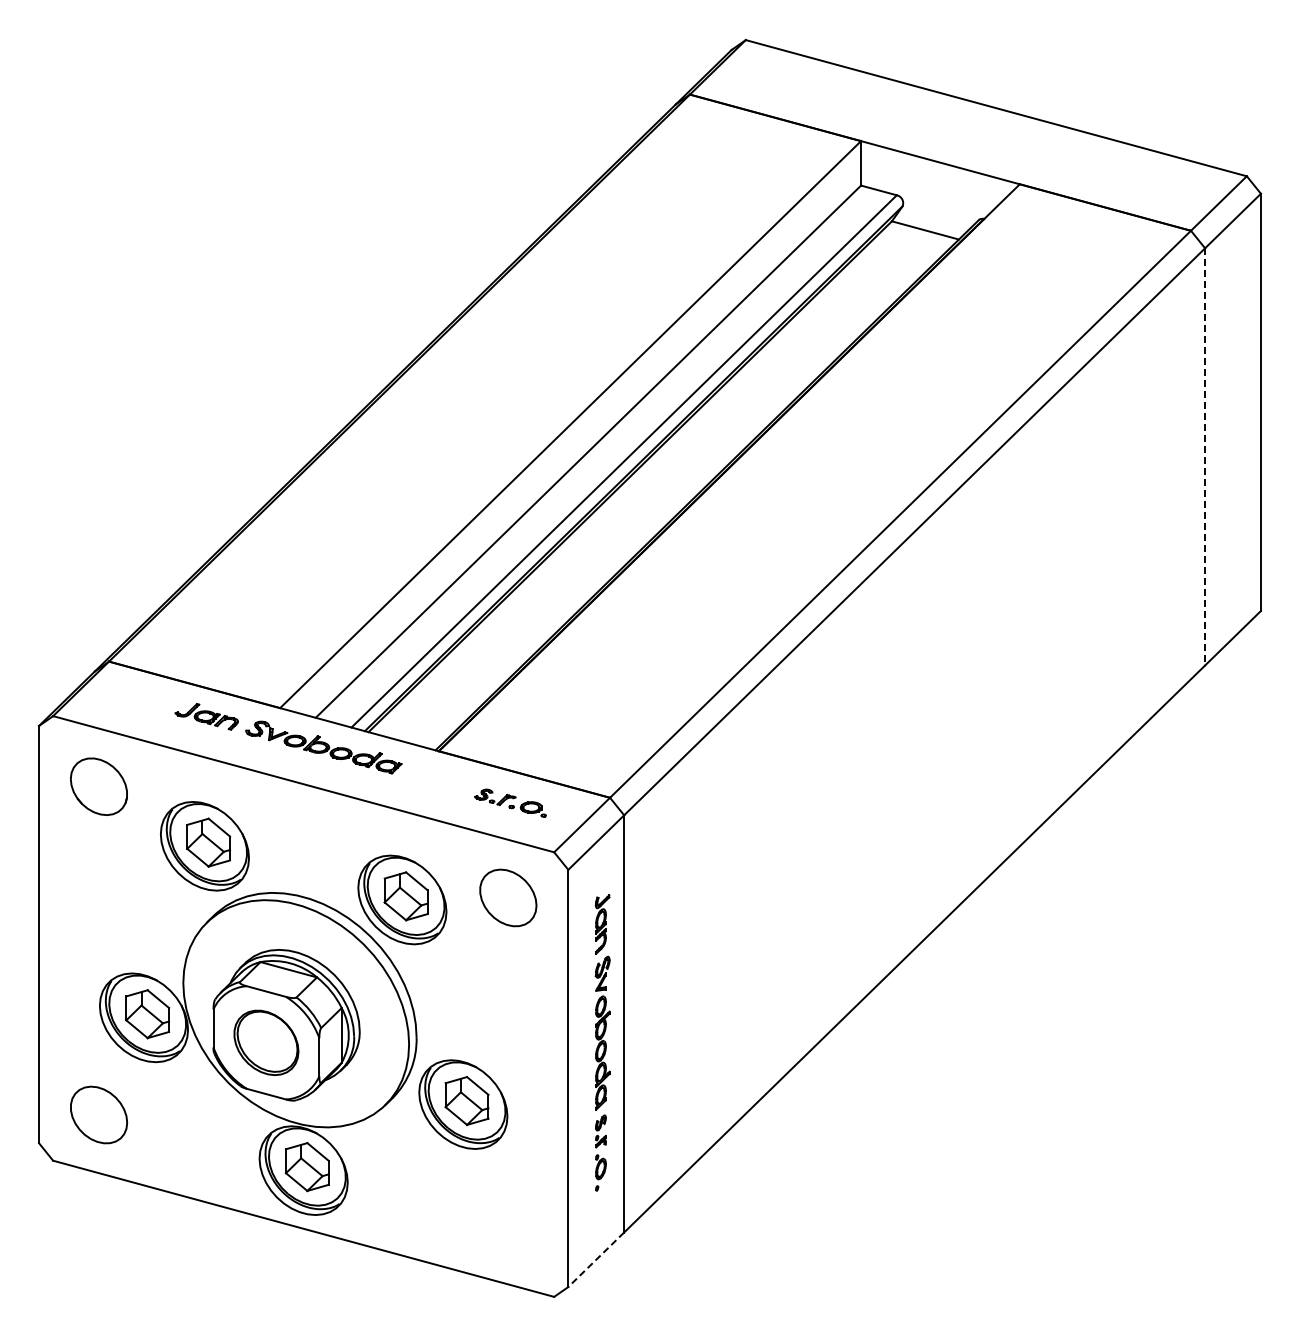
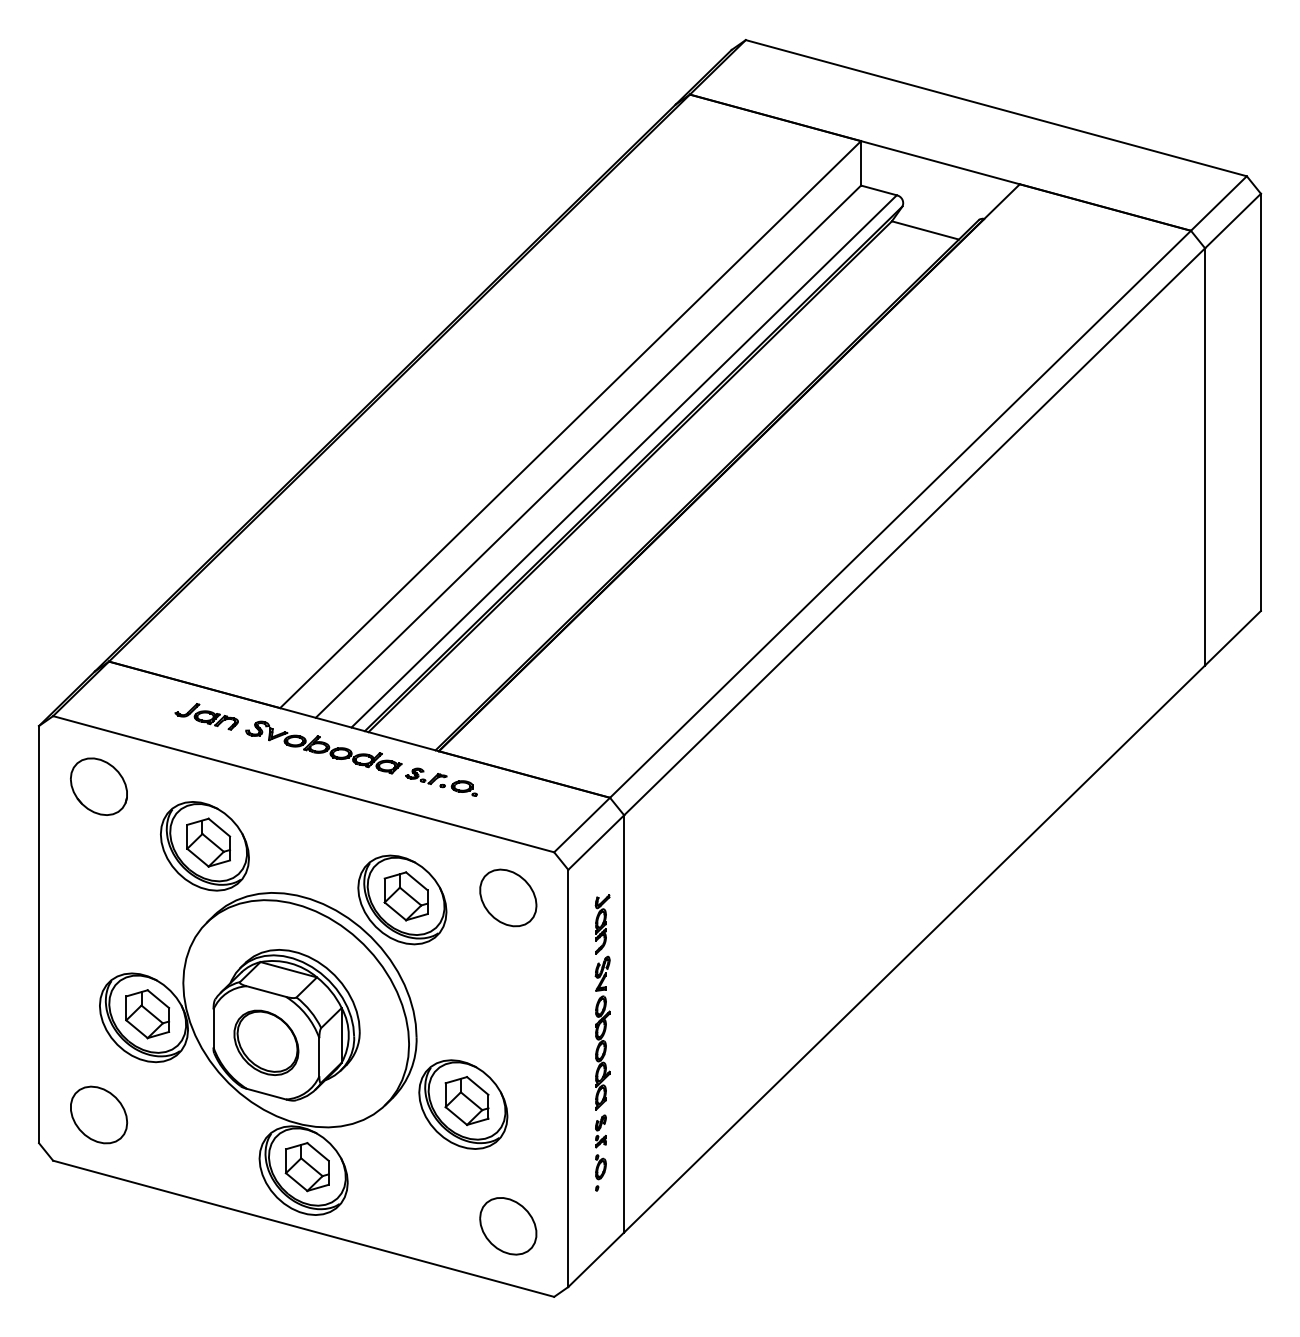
line at (1205, 456): dashed -> solid
part at (510, 802) position: (510, 802) -> (441, 781)
part at (508, 1226): none -> present
line at (595, 1260): dashed -> solid
